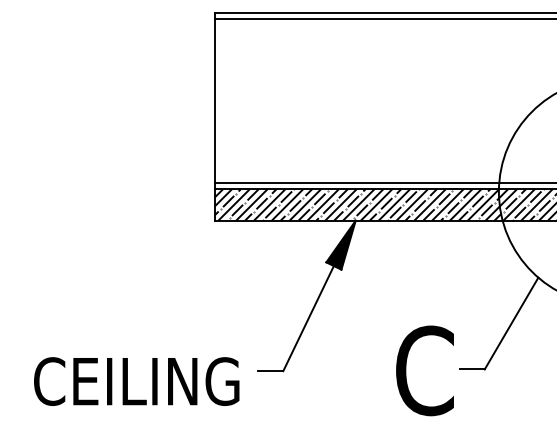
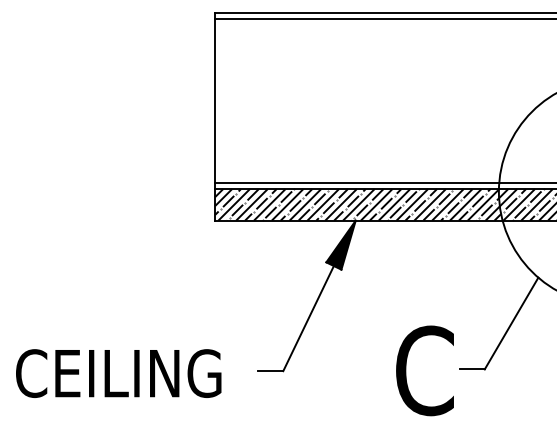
text at (136, 381) position: (136, 381) -> (118, 373)
